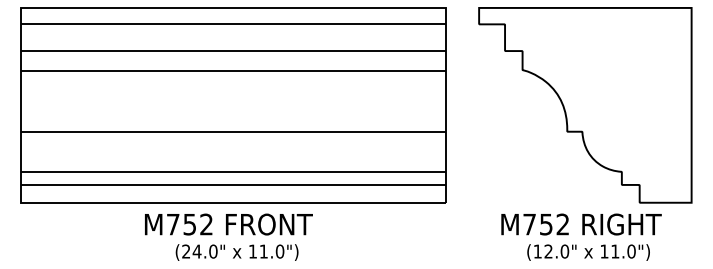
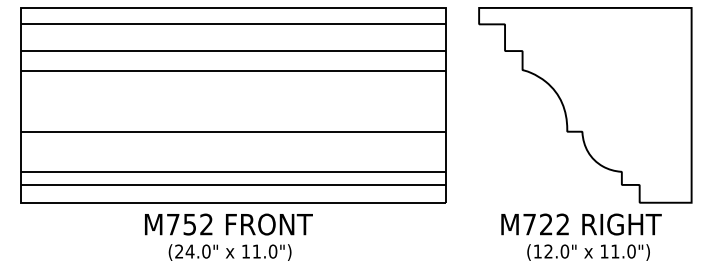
text at (546, 224): M752 -> M722
text at (236, 252) position: (236, 252) -> (229, 252)
